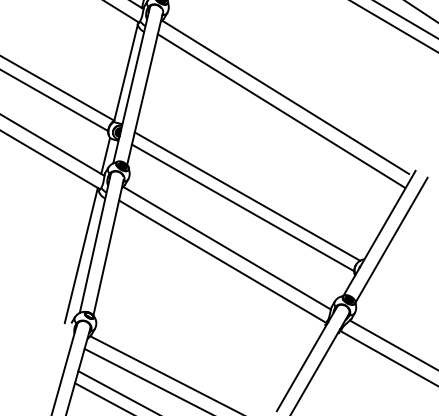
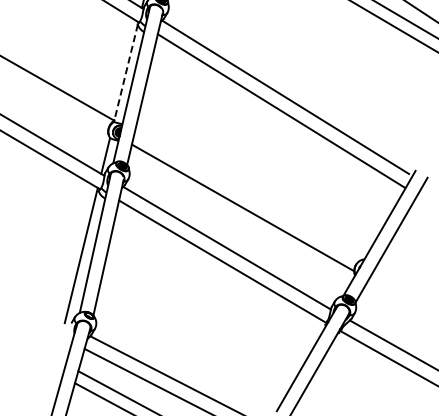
line at (125, 73): solid -> dashed
line at (55, 100): present -> none
line at (247, 196): present -> none
